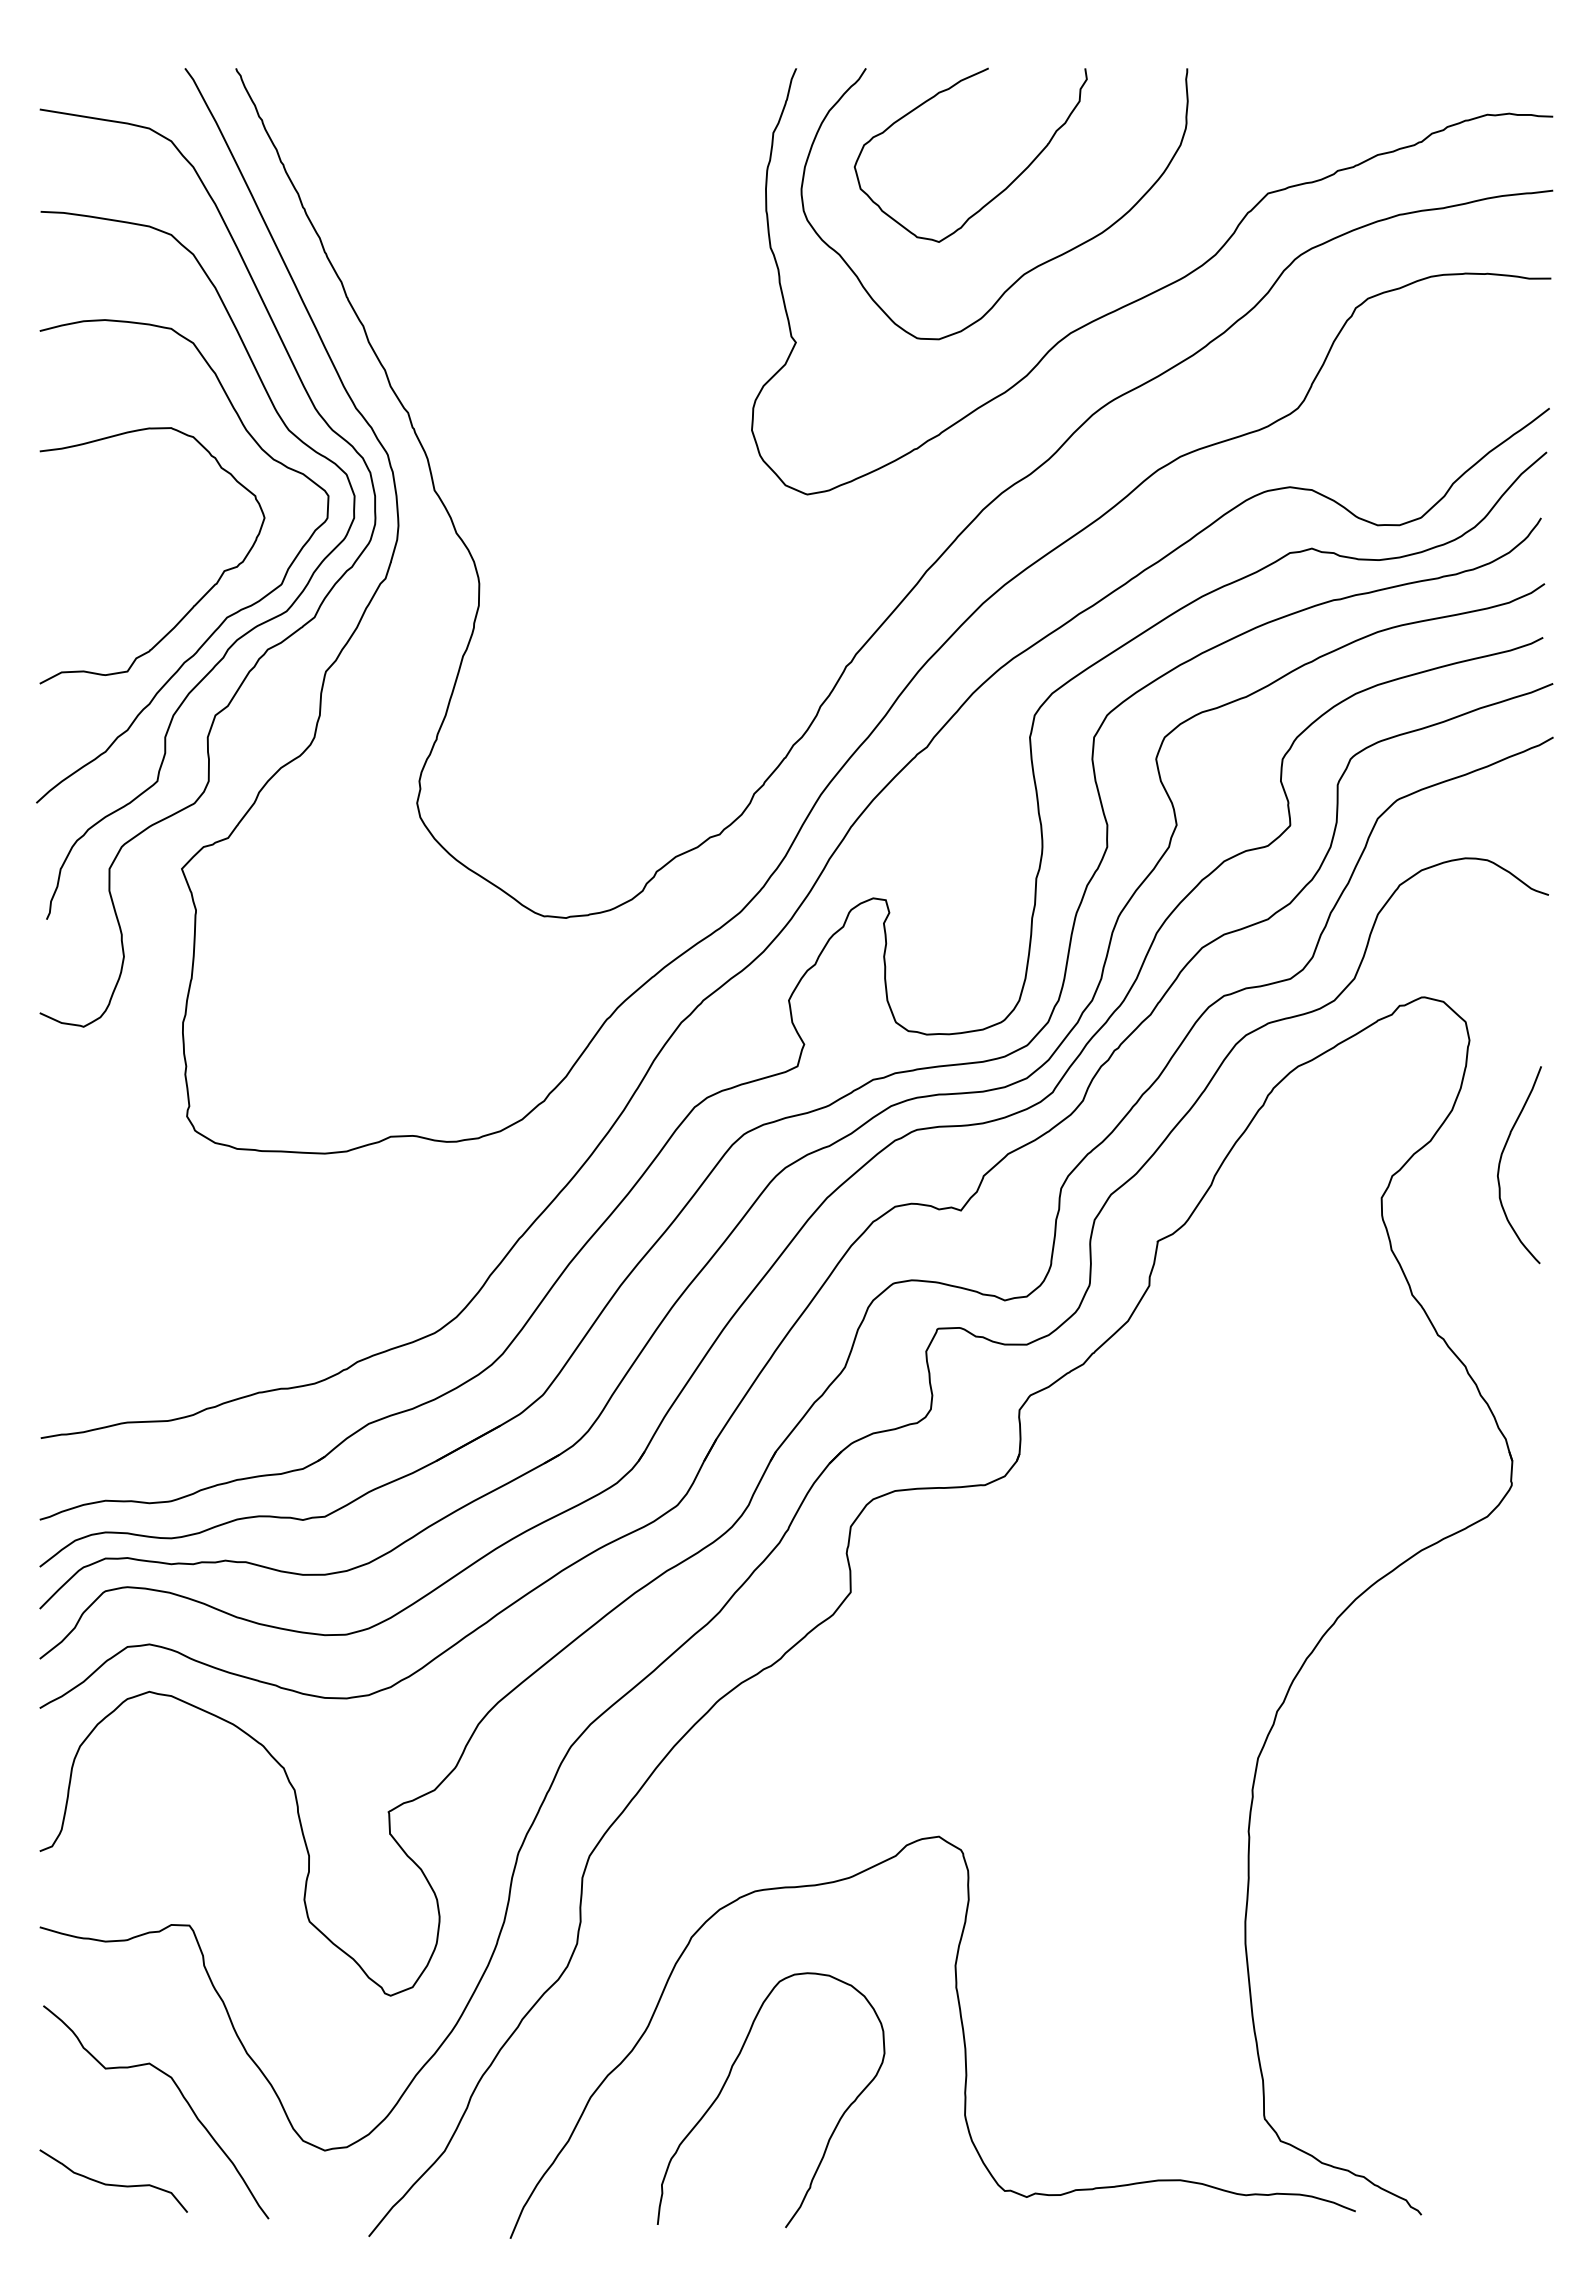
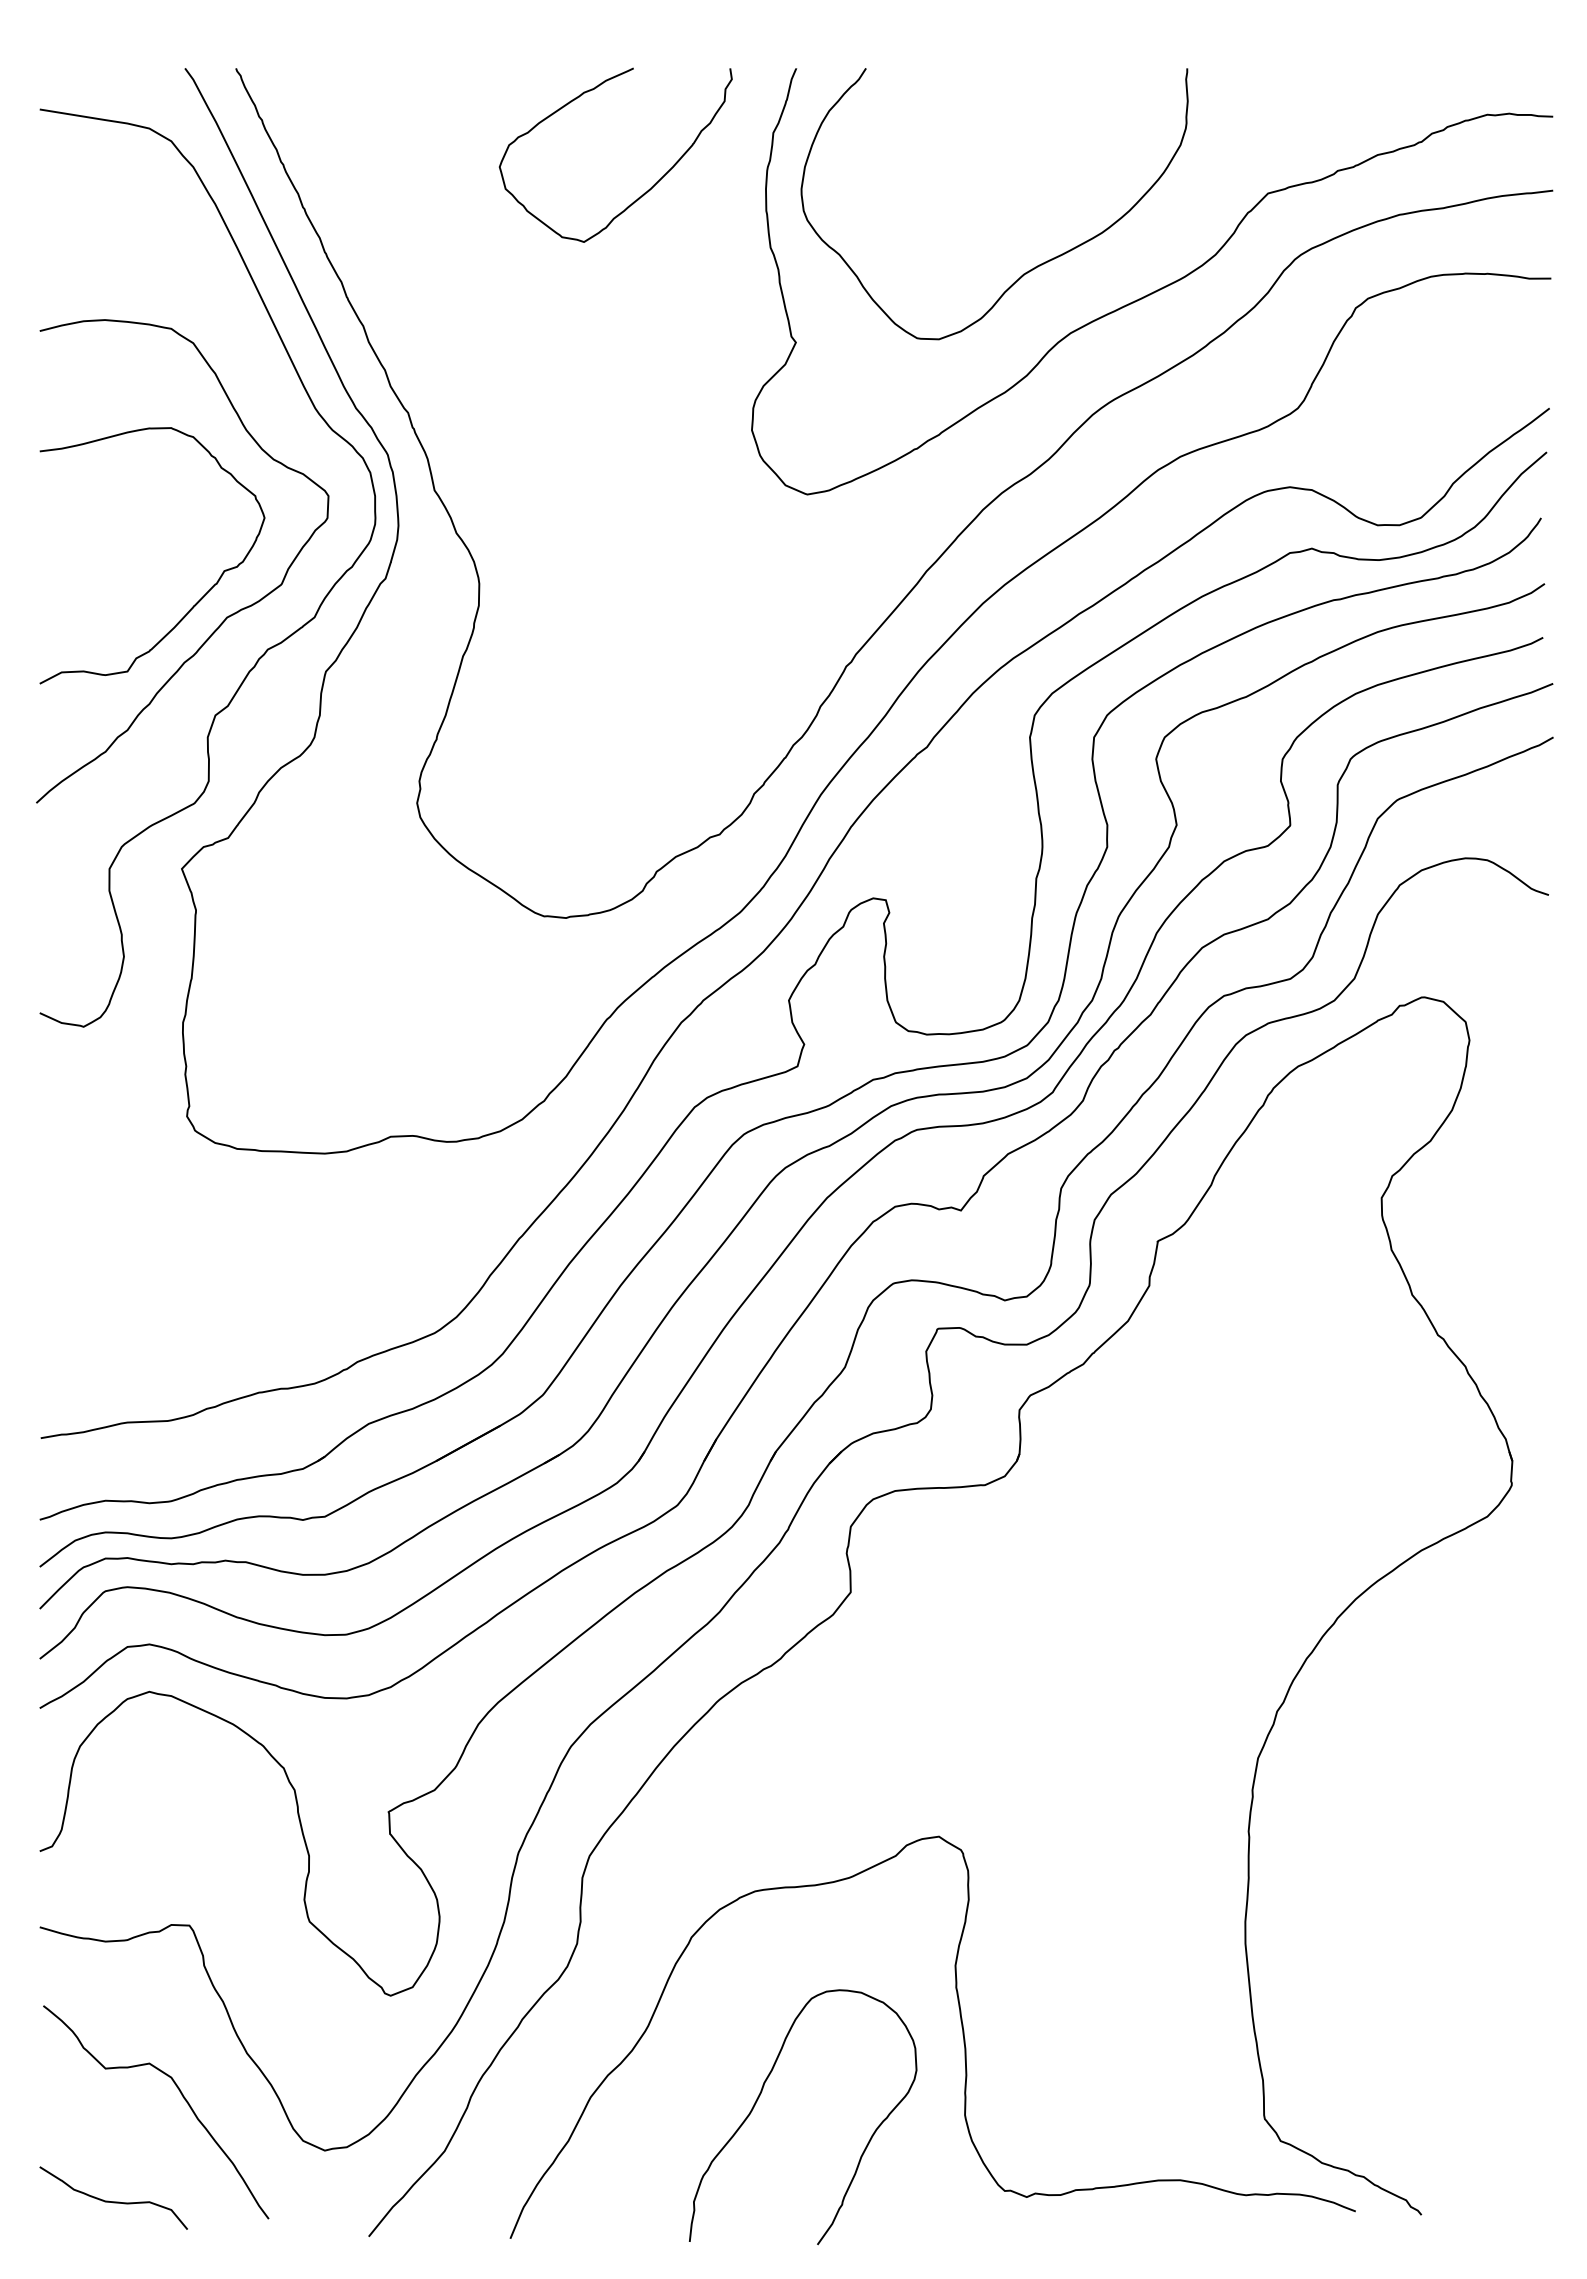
curve at (999, 192) position: (999, 192) -> (644, 192)
curve at (244, 633): present -> none
curve at (1501, 1160): present -> none
curve at (728, 2078) position: (728, 2078) -> (760, 2095)
curve at (113, 2184) position: (113, 2184) -> (113, 2201)
